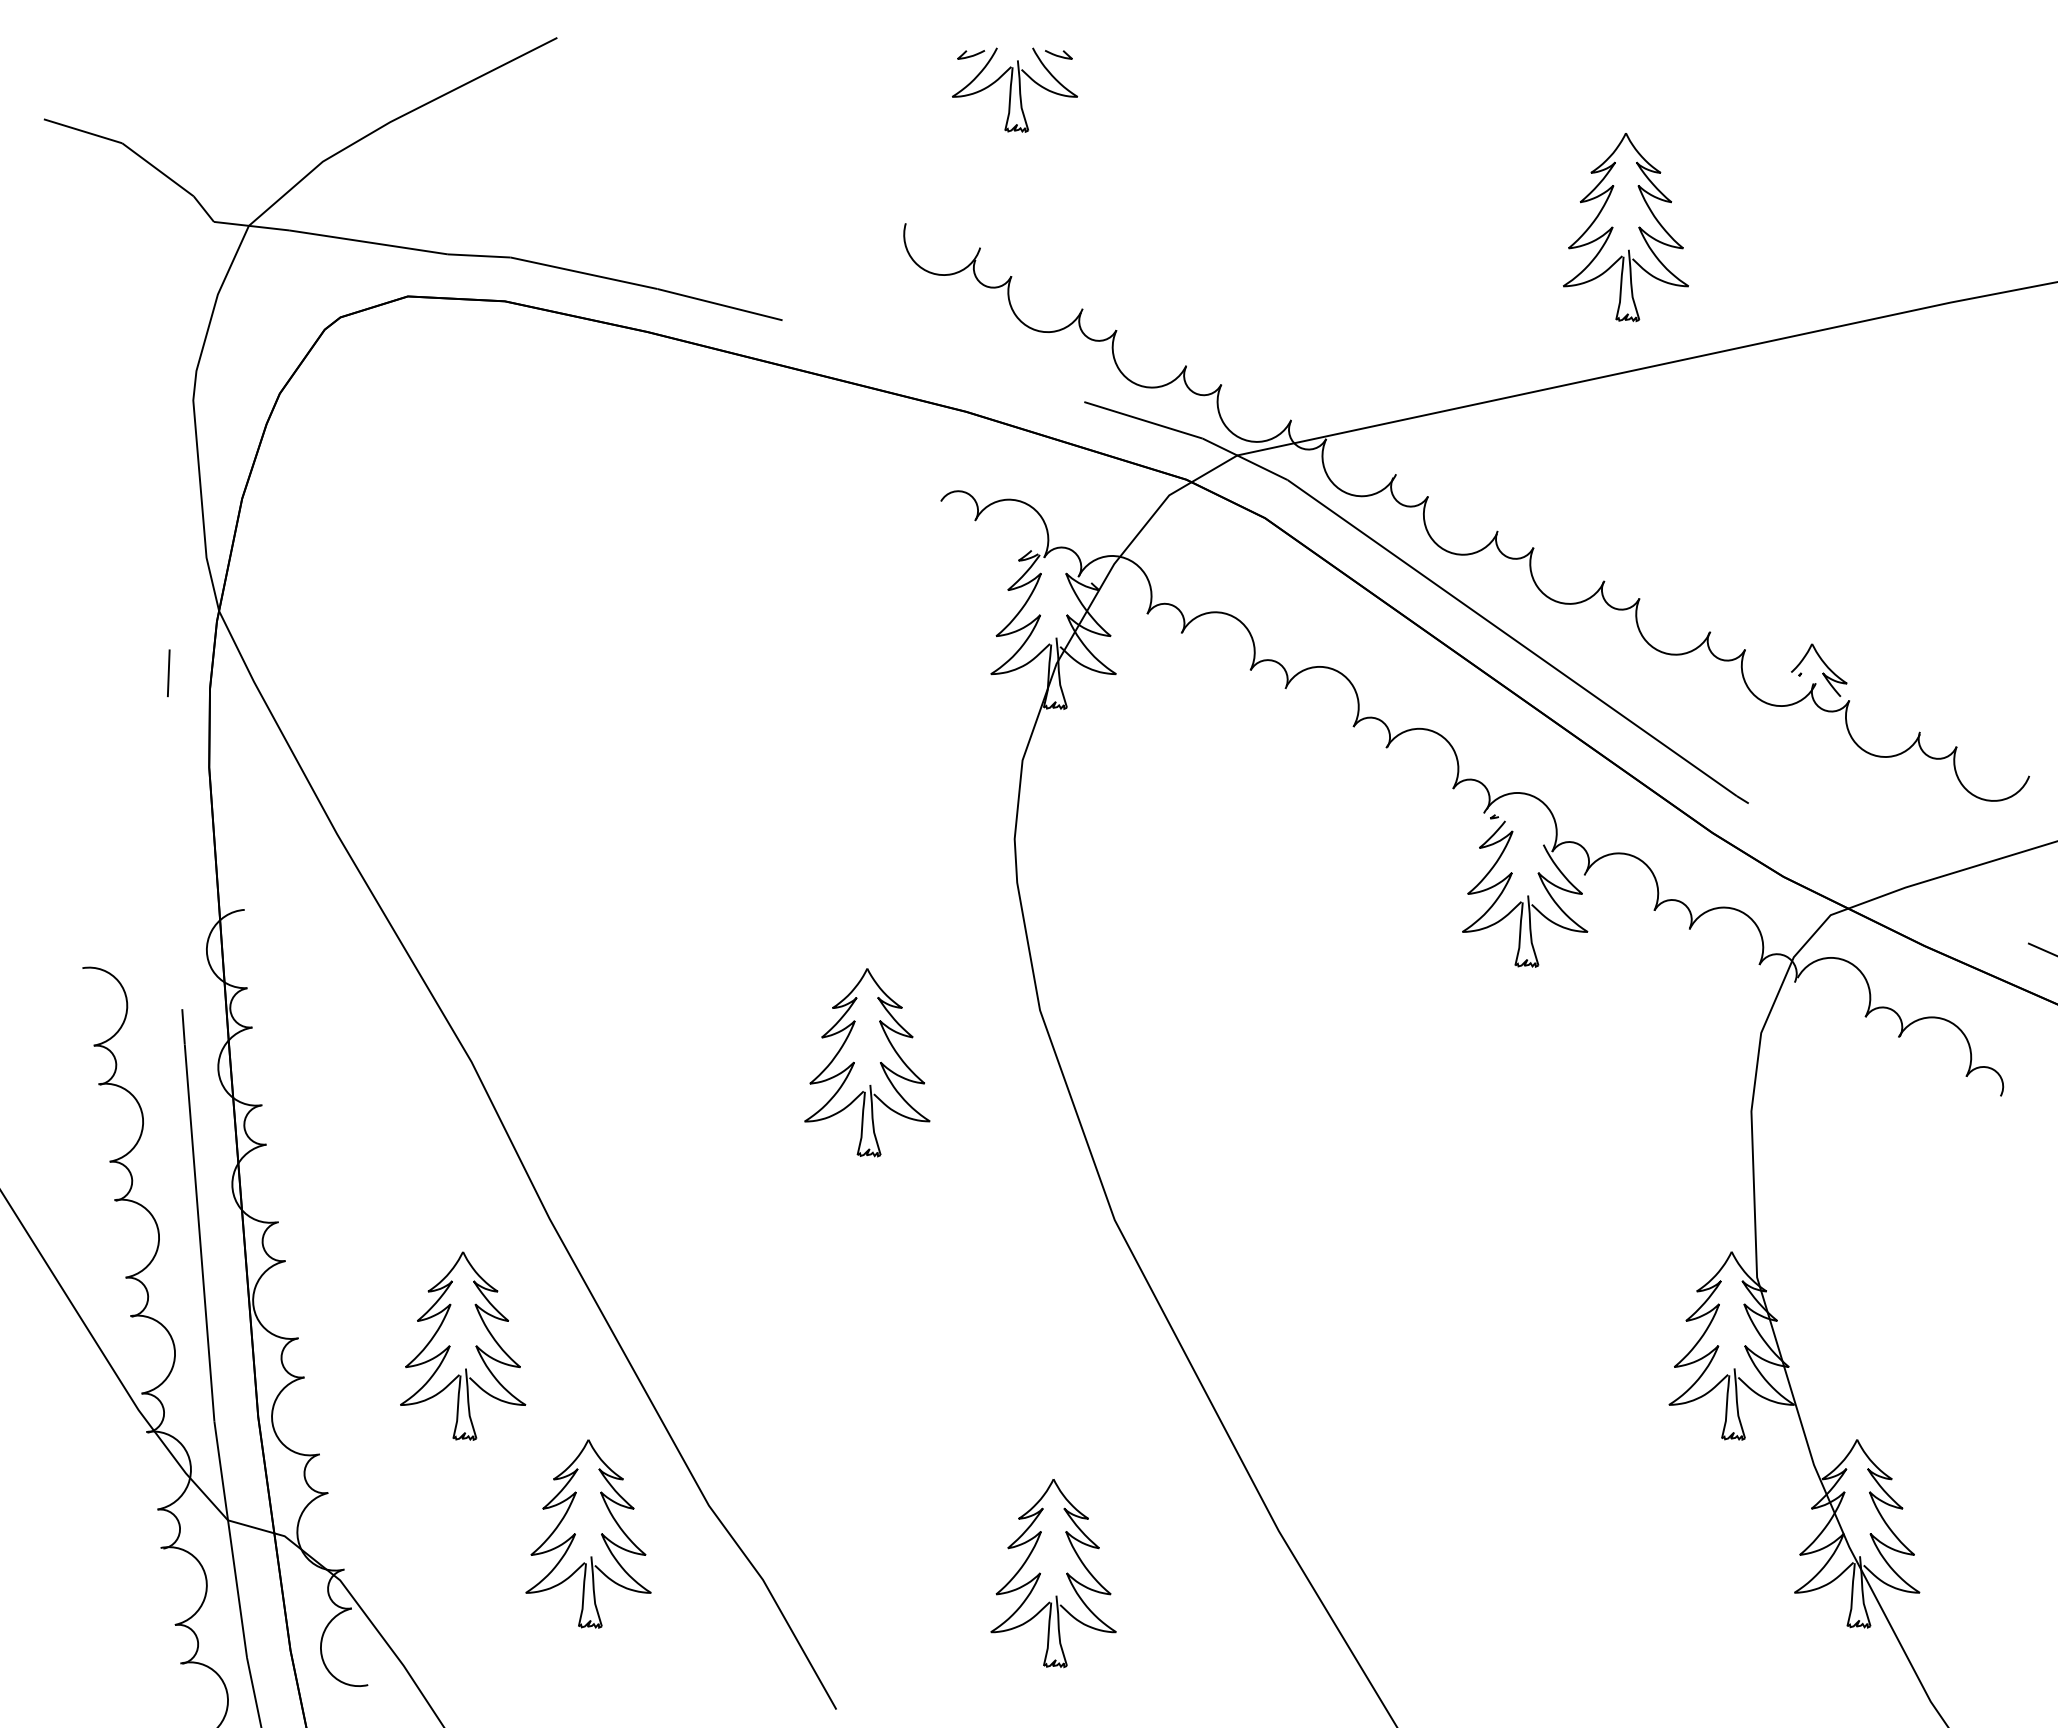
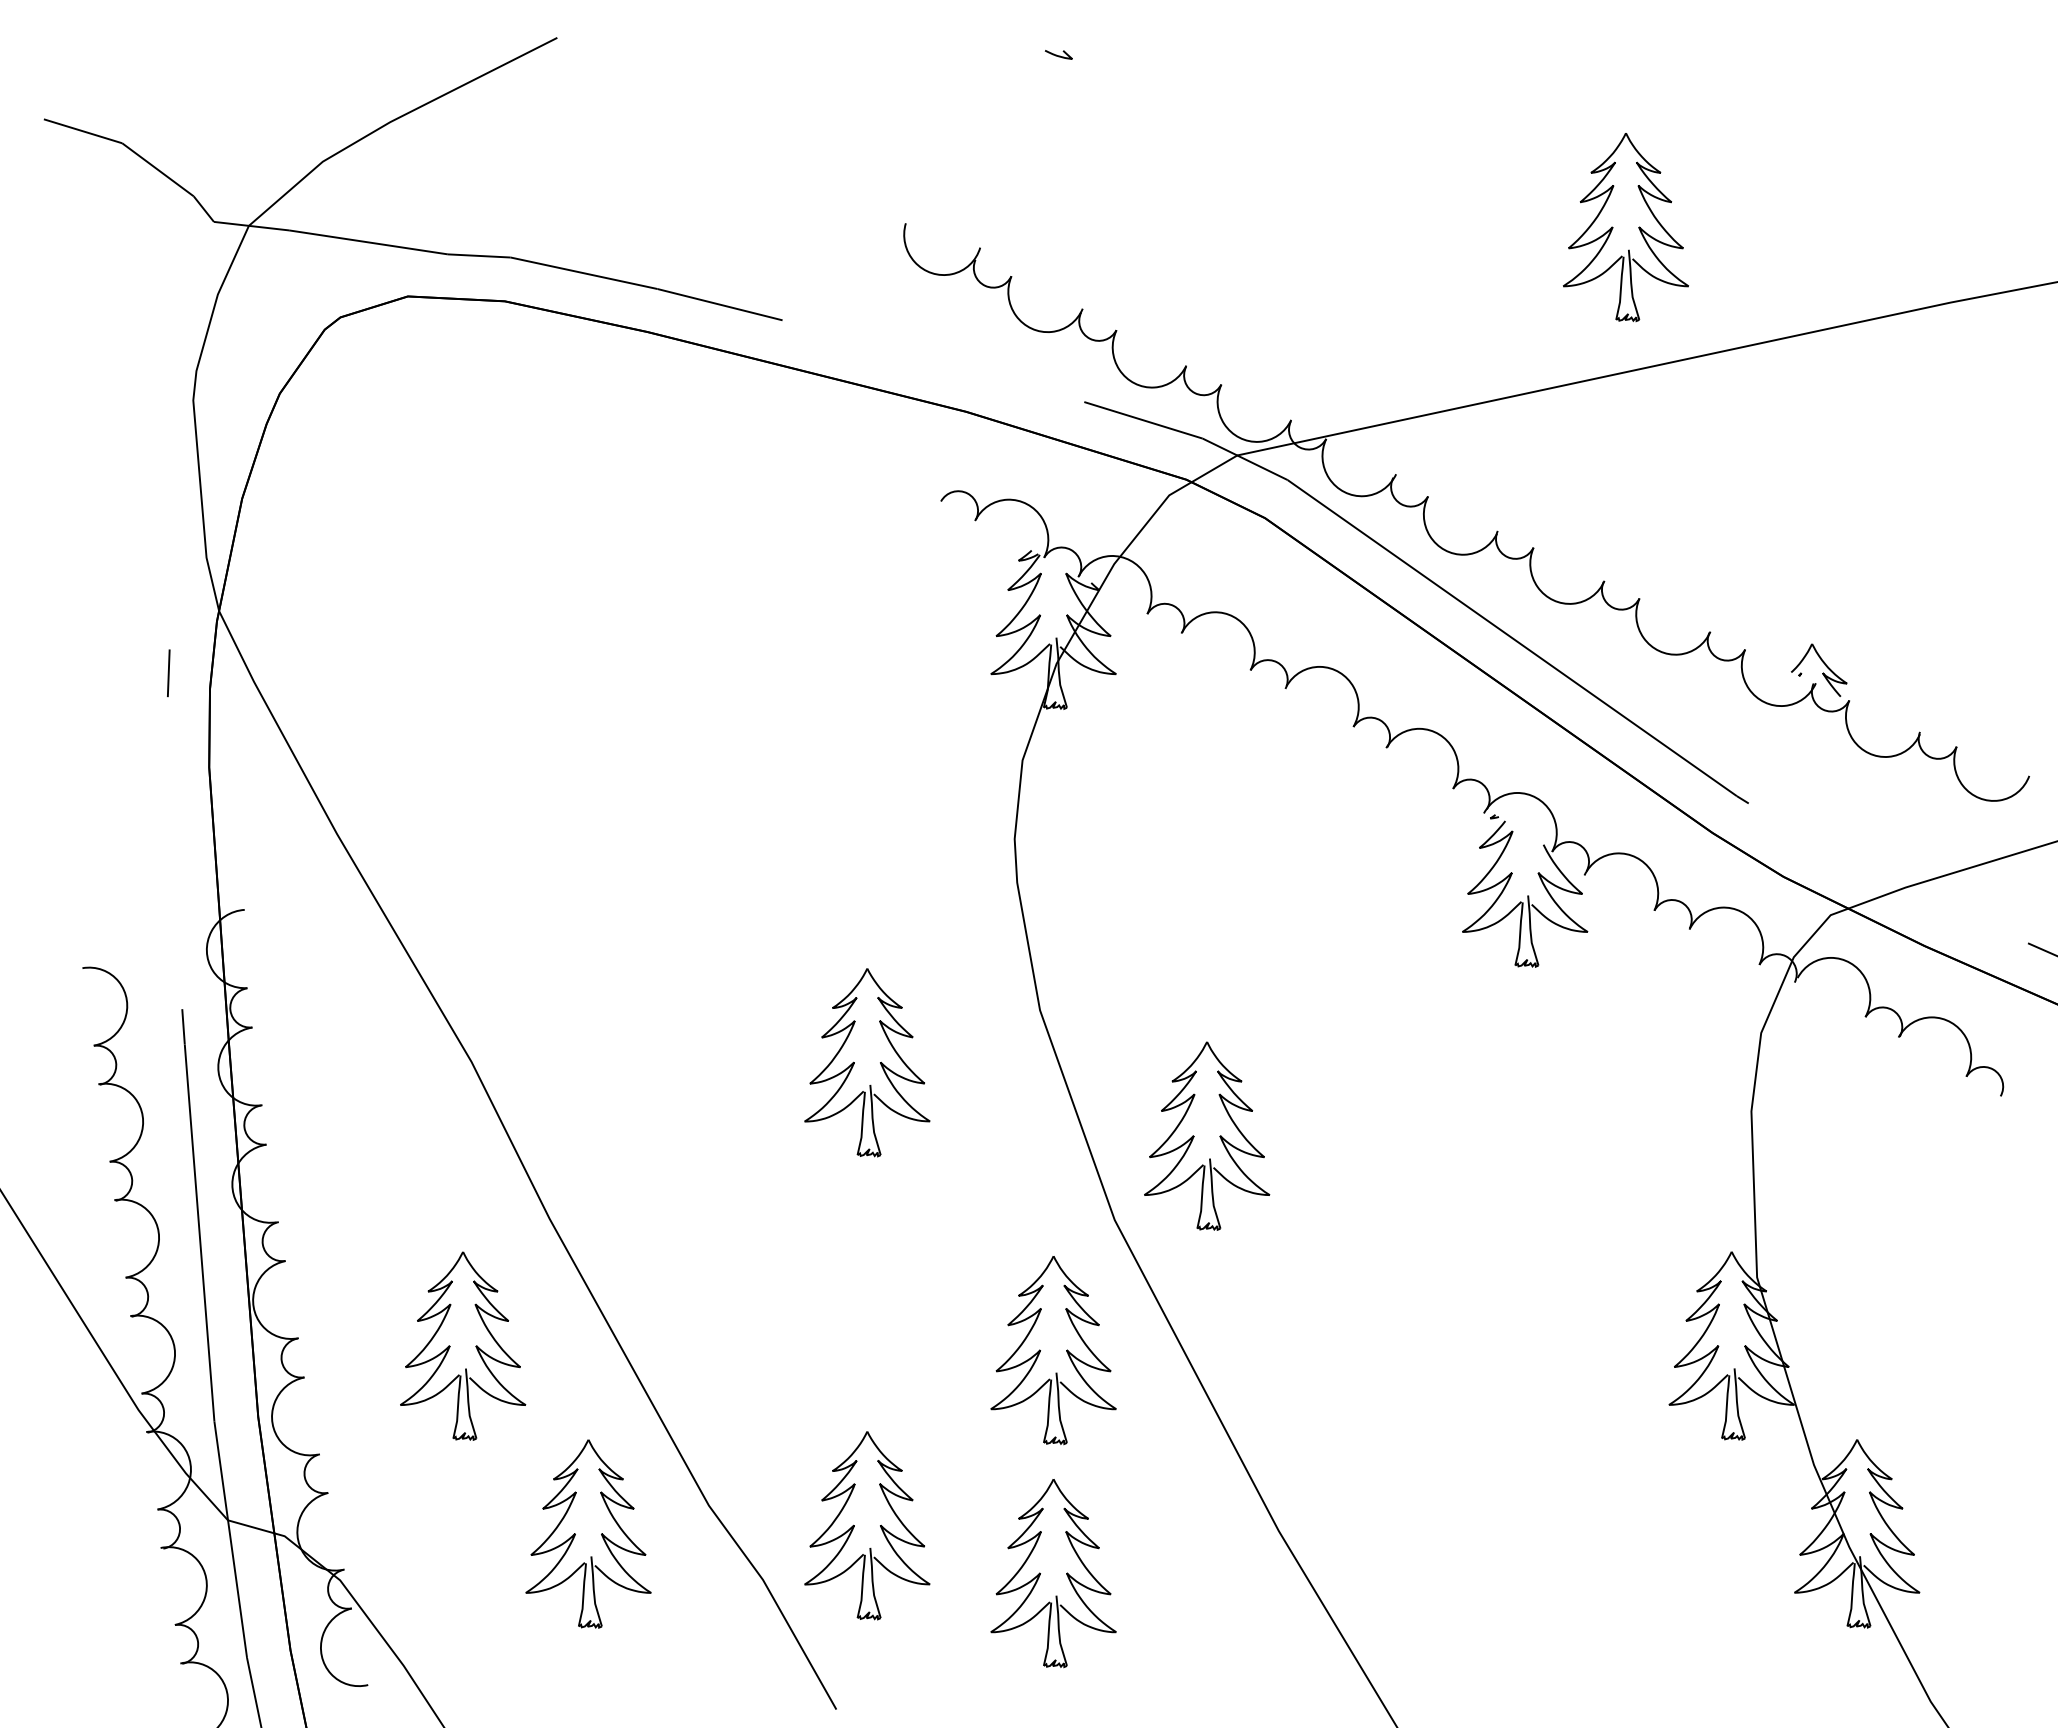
part at (1015, 89): present -> none
part at (1219, 1136): none -> present
part at (1053, 1350): none -> present
part at (867, 1525): none -> present
